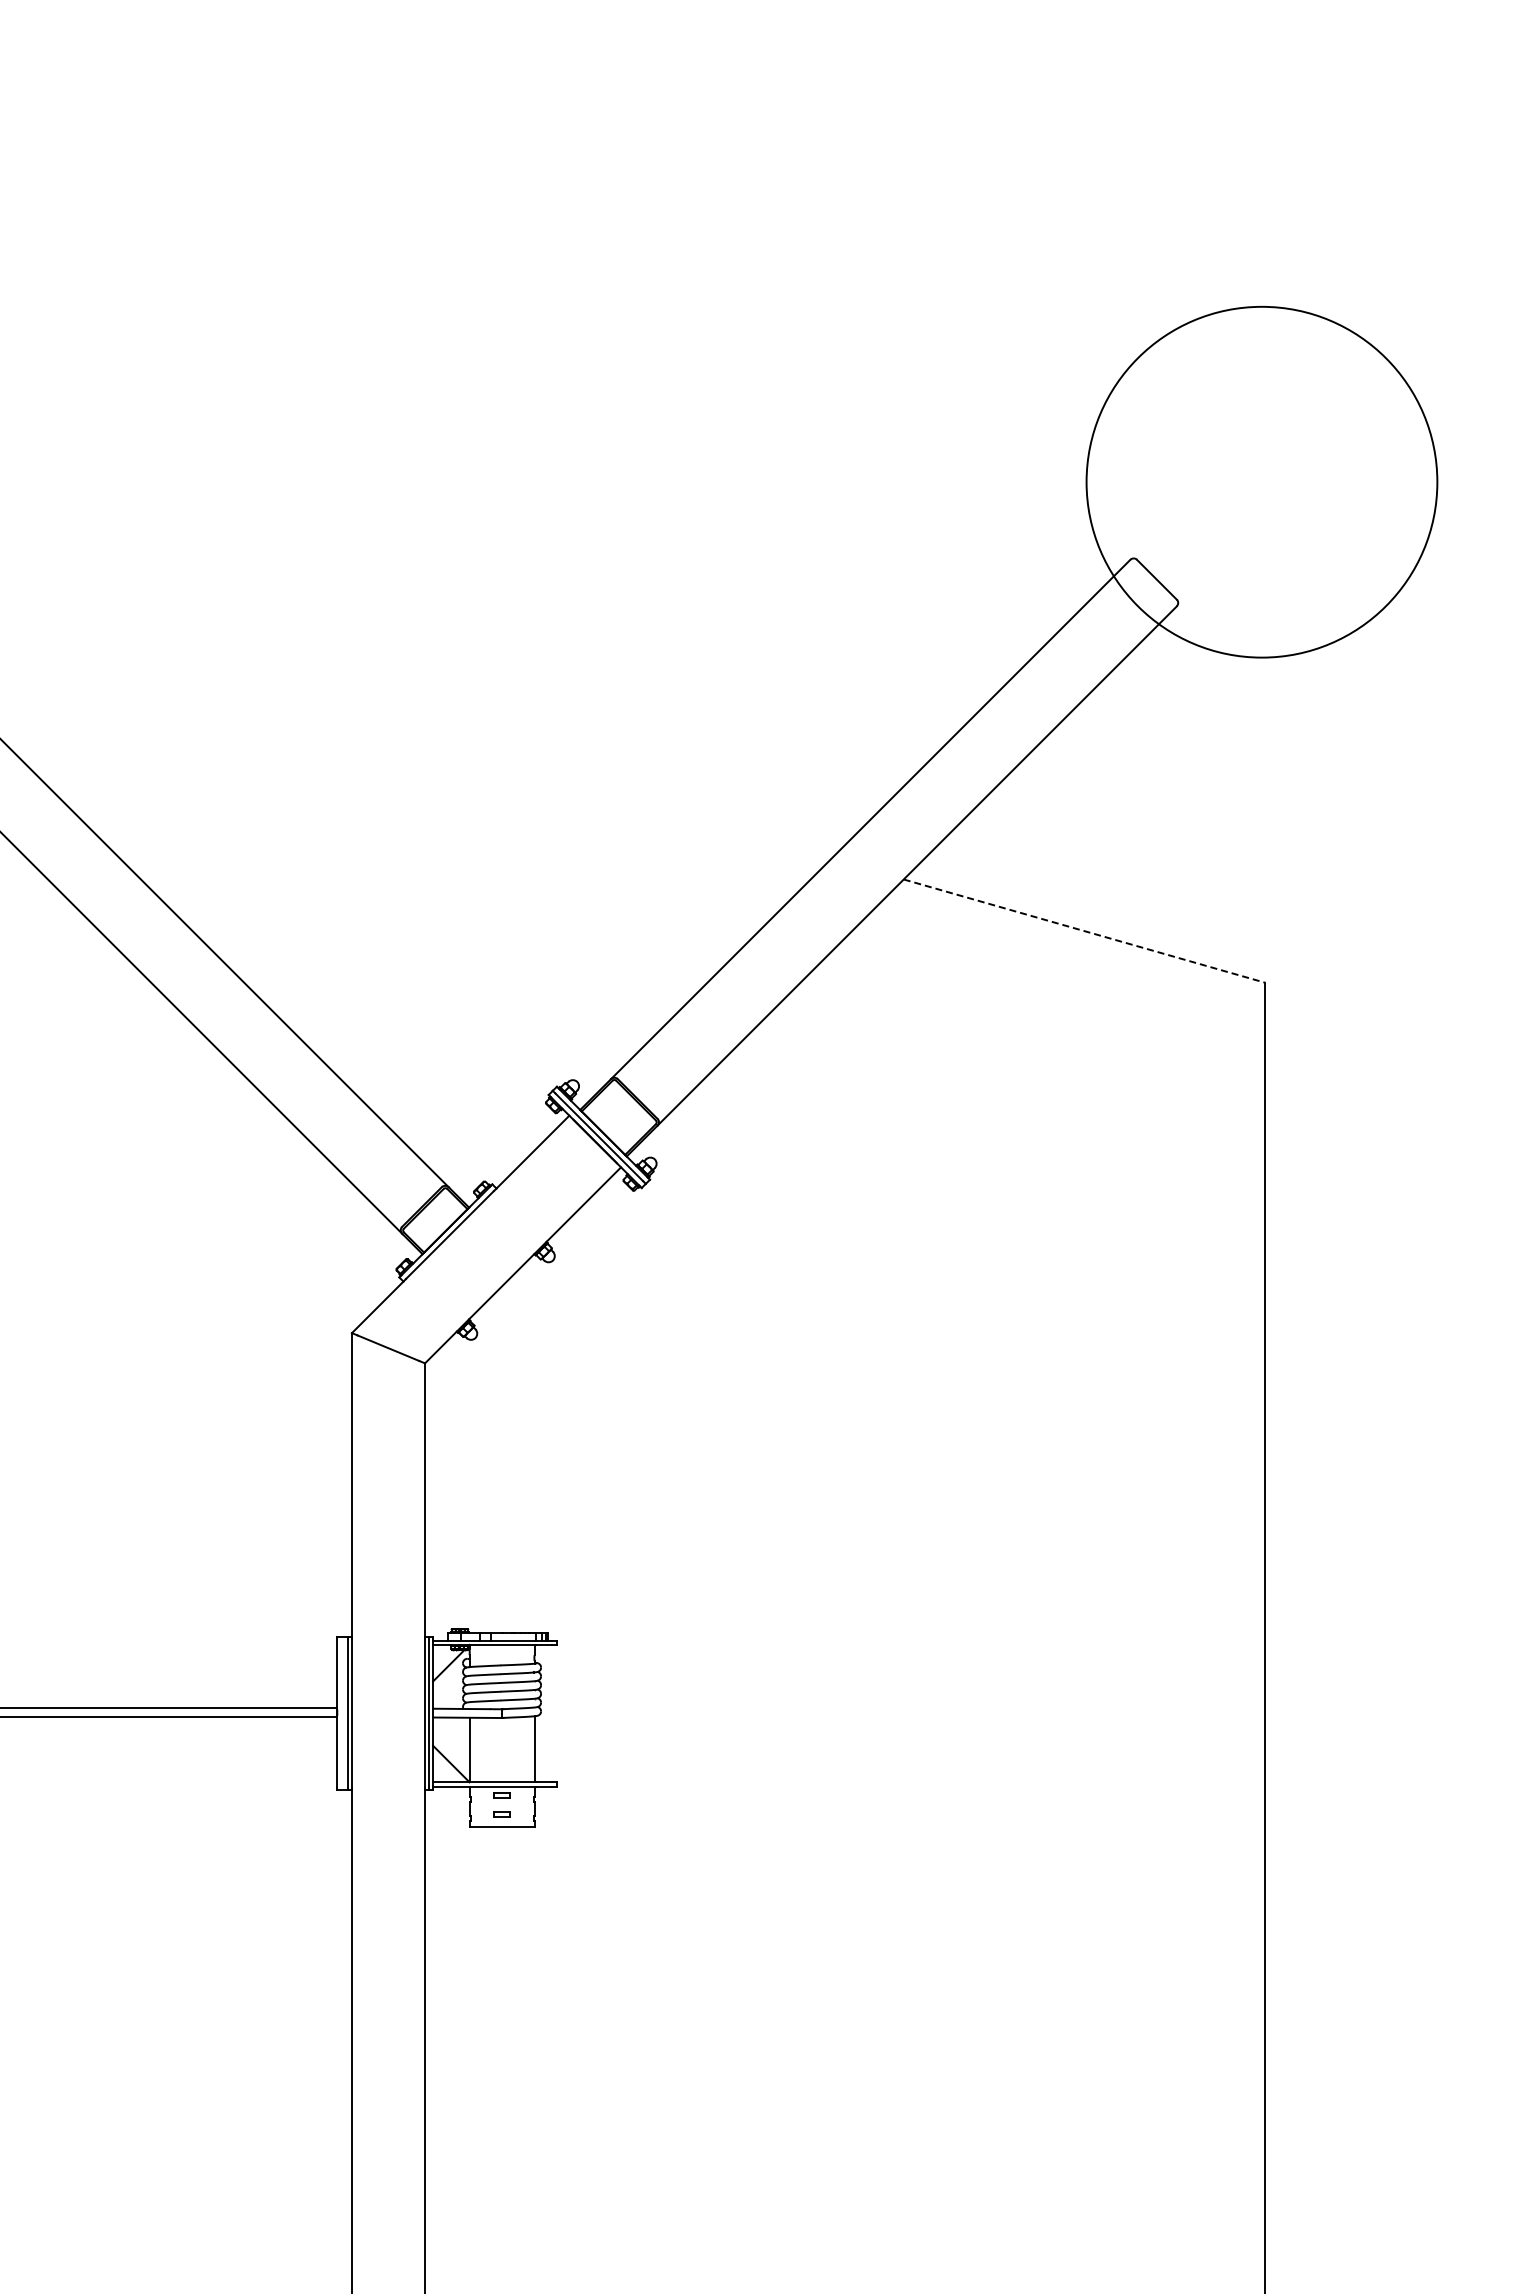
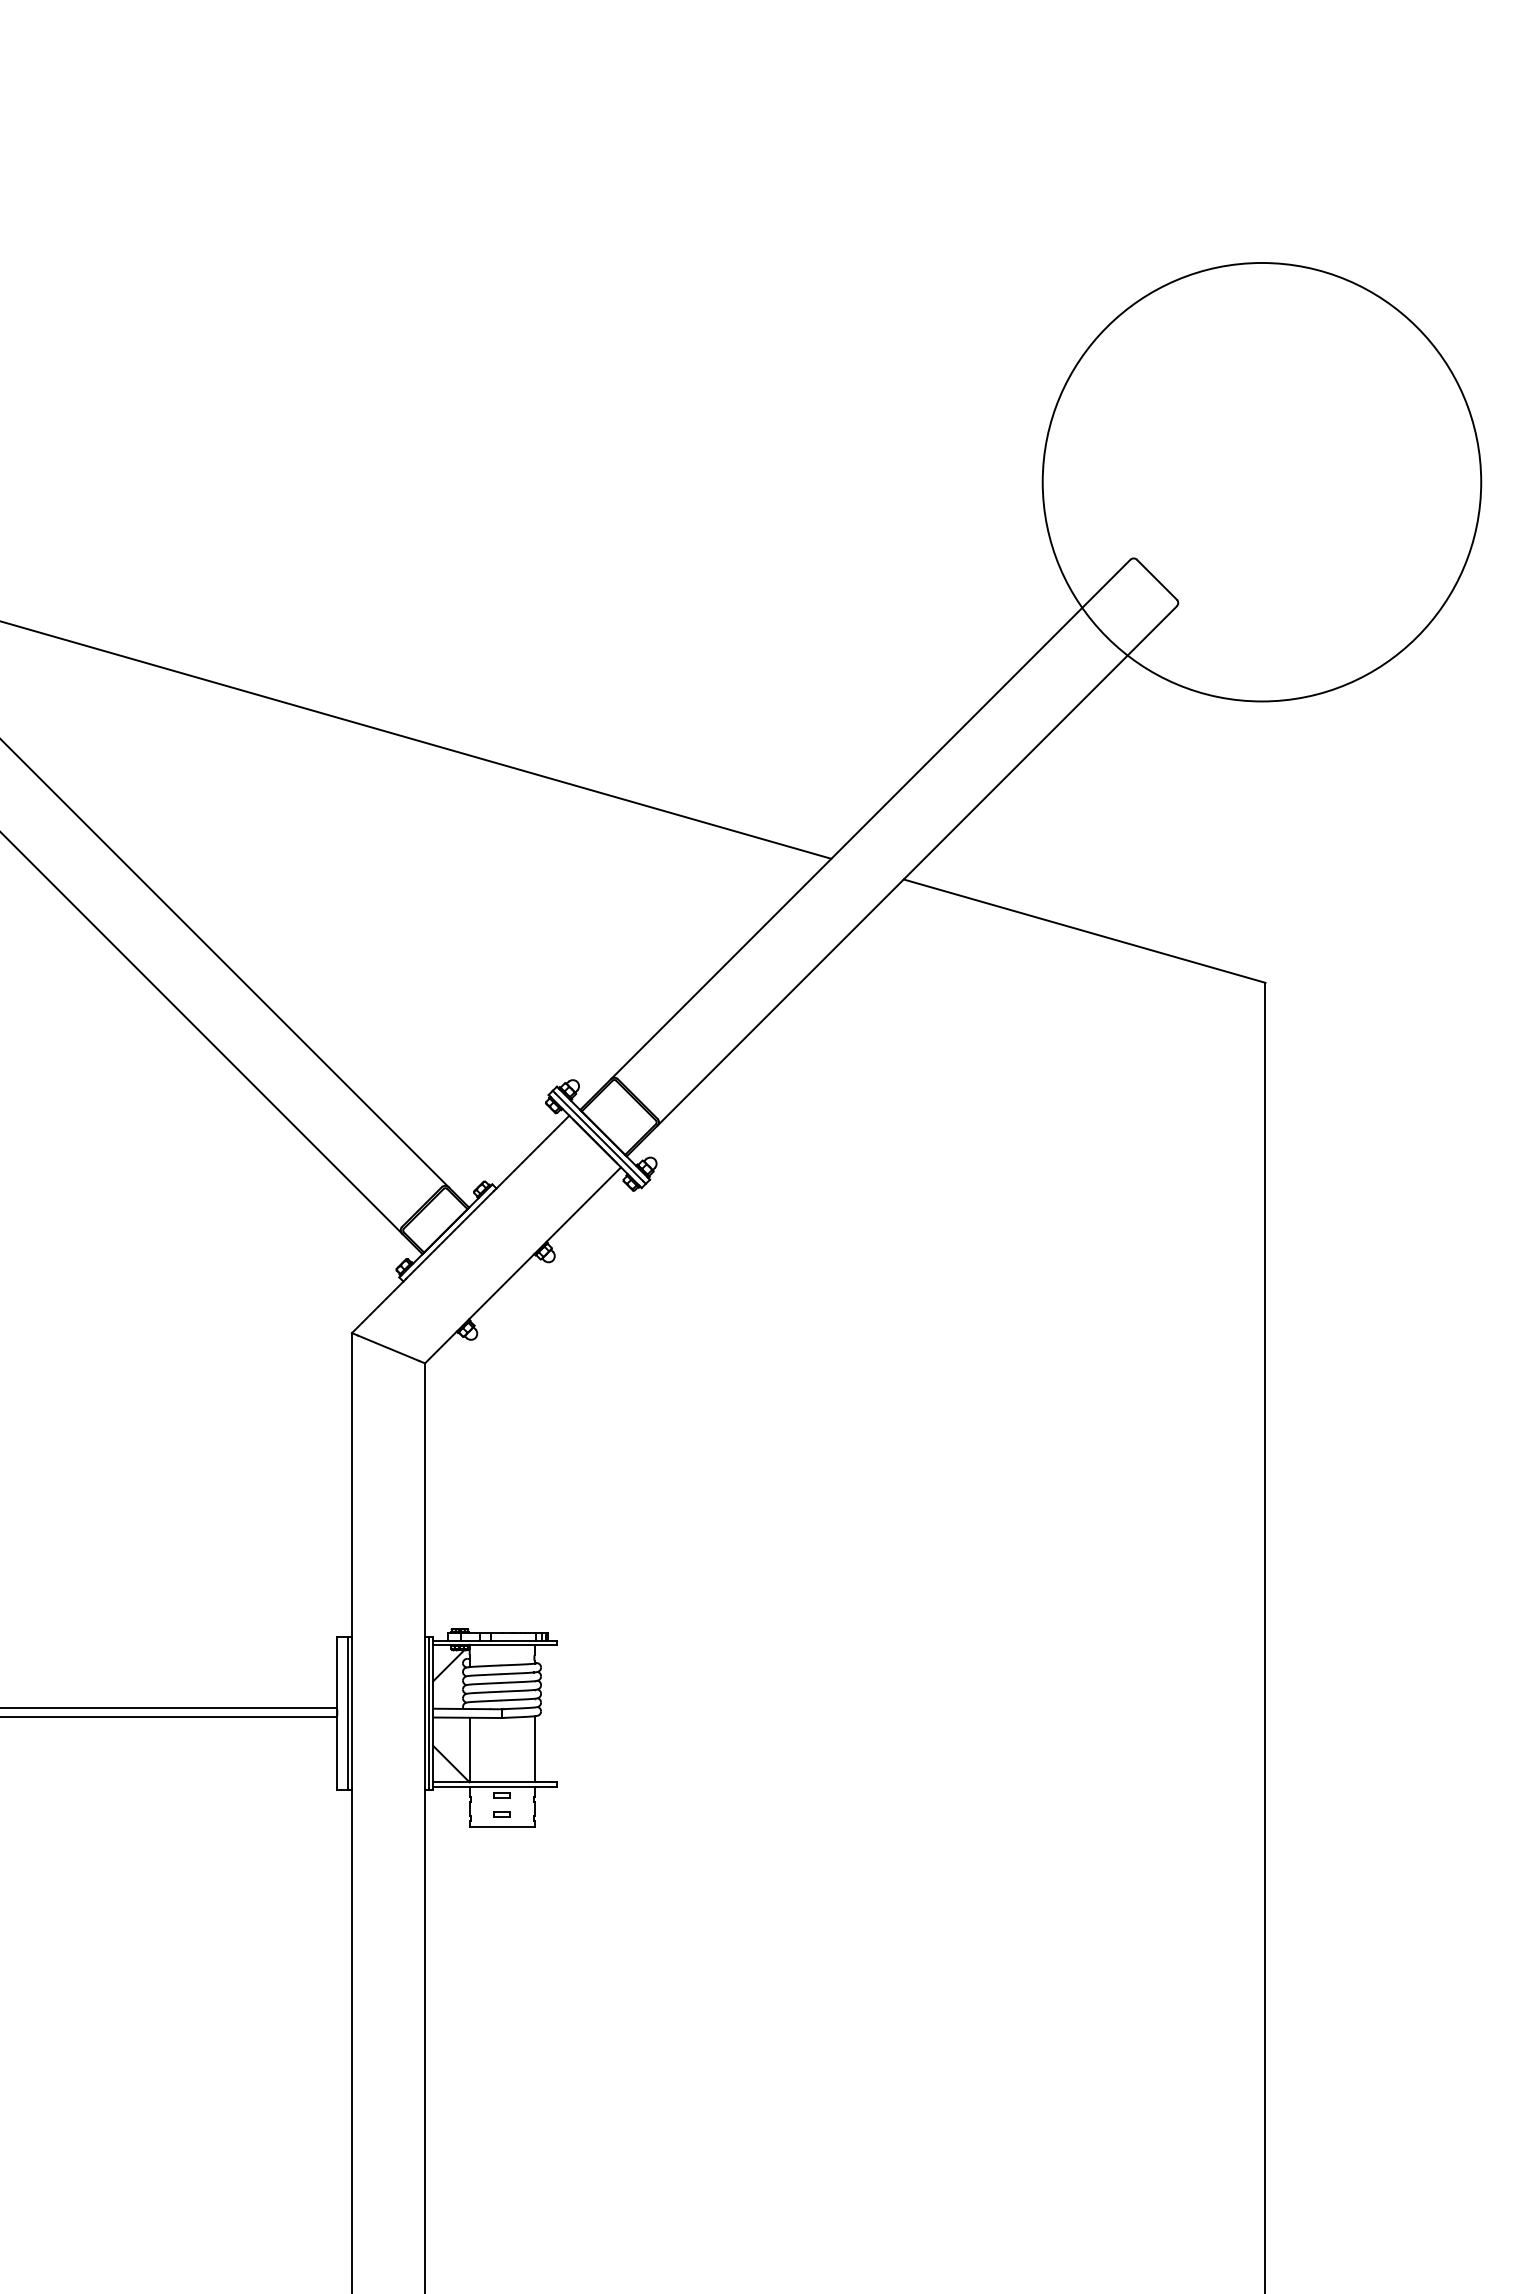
circle at (1261, 481) diameter: 351 px -> 438 px
line at (416, 739): none -> present
line at (1085, 931): dashed -> solid
